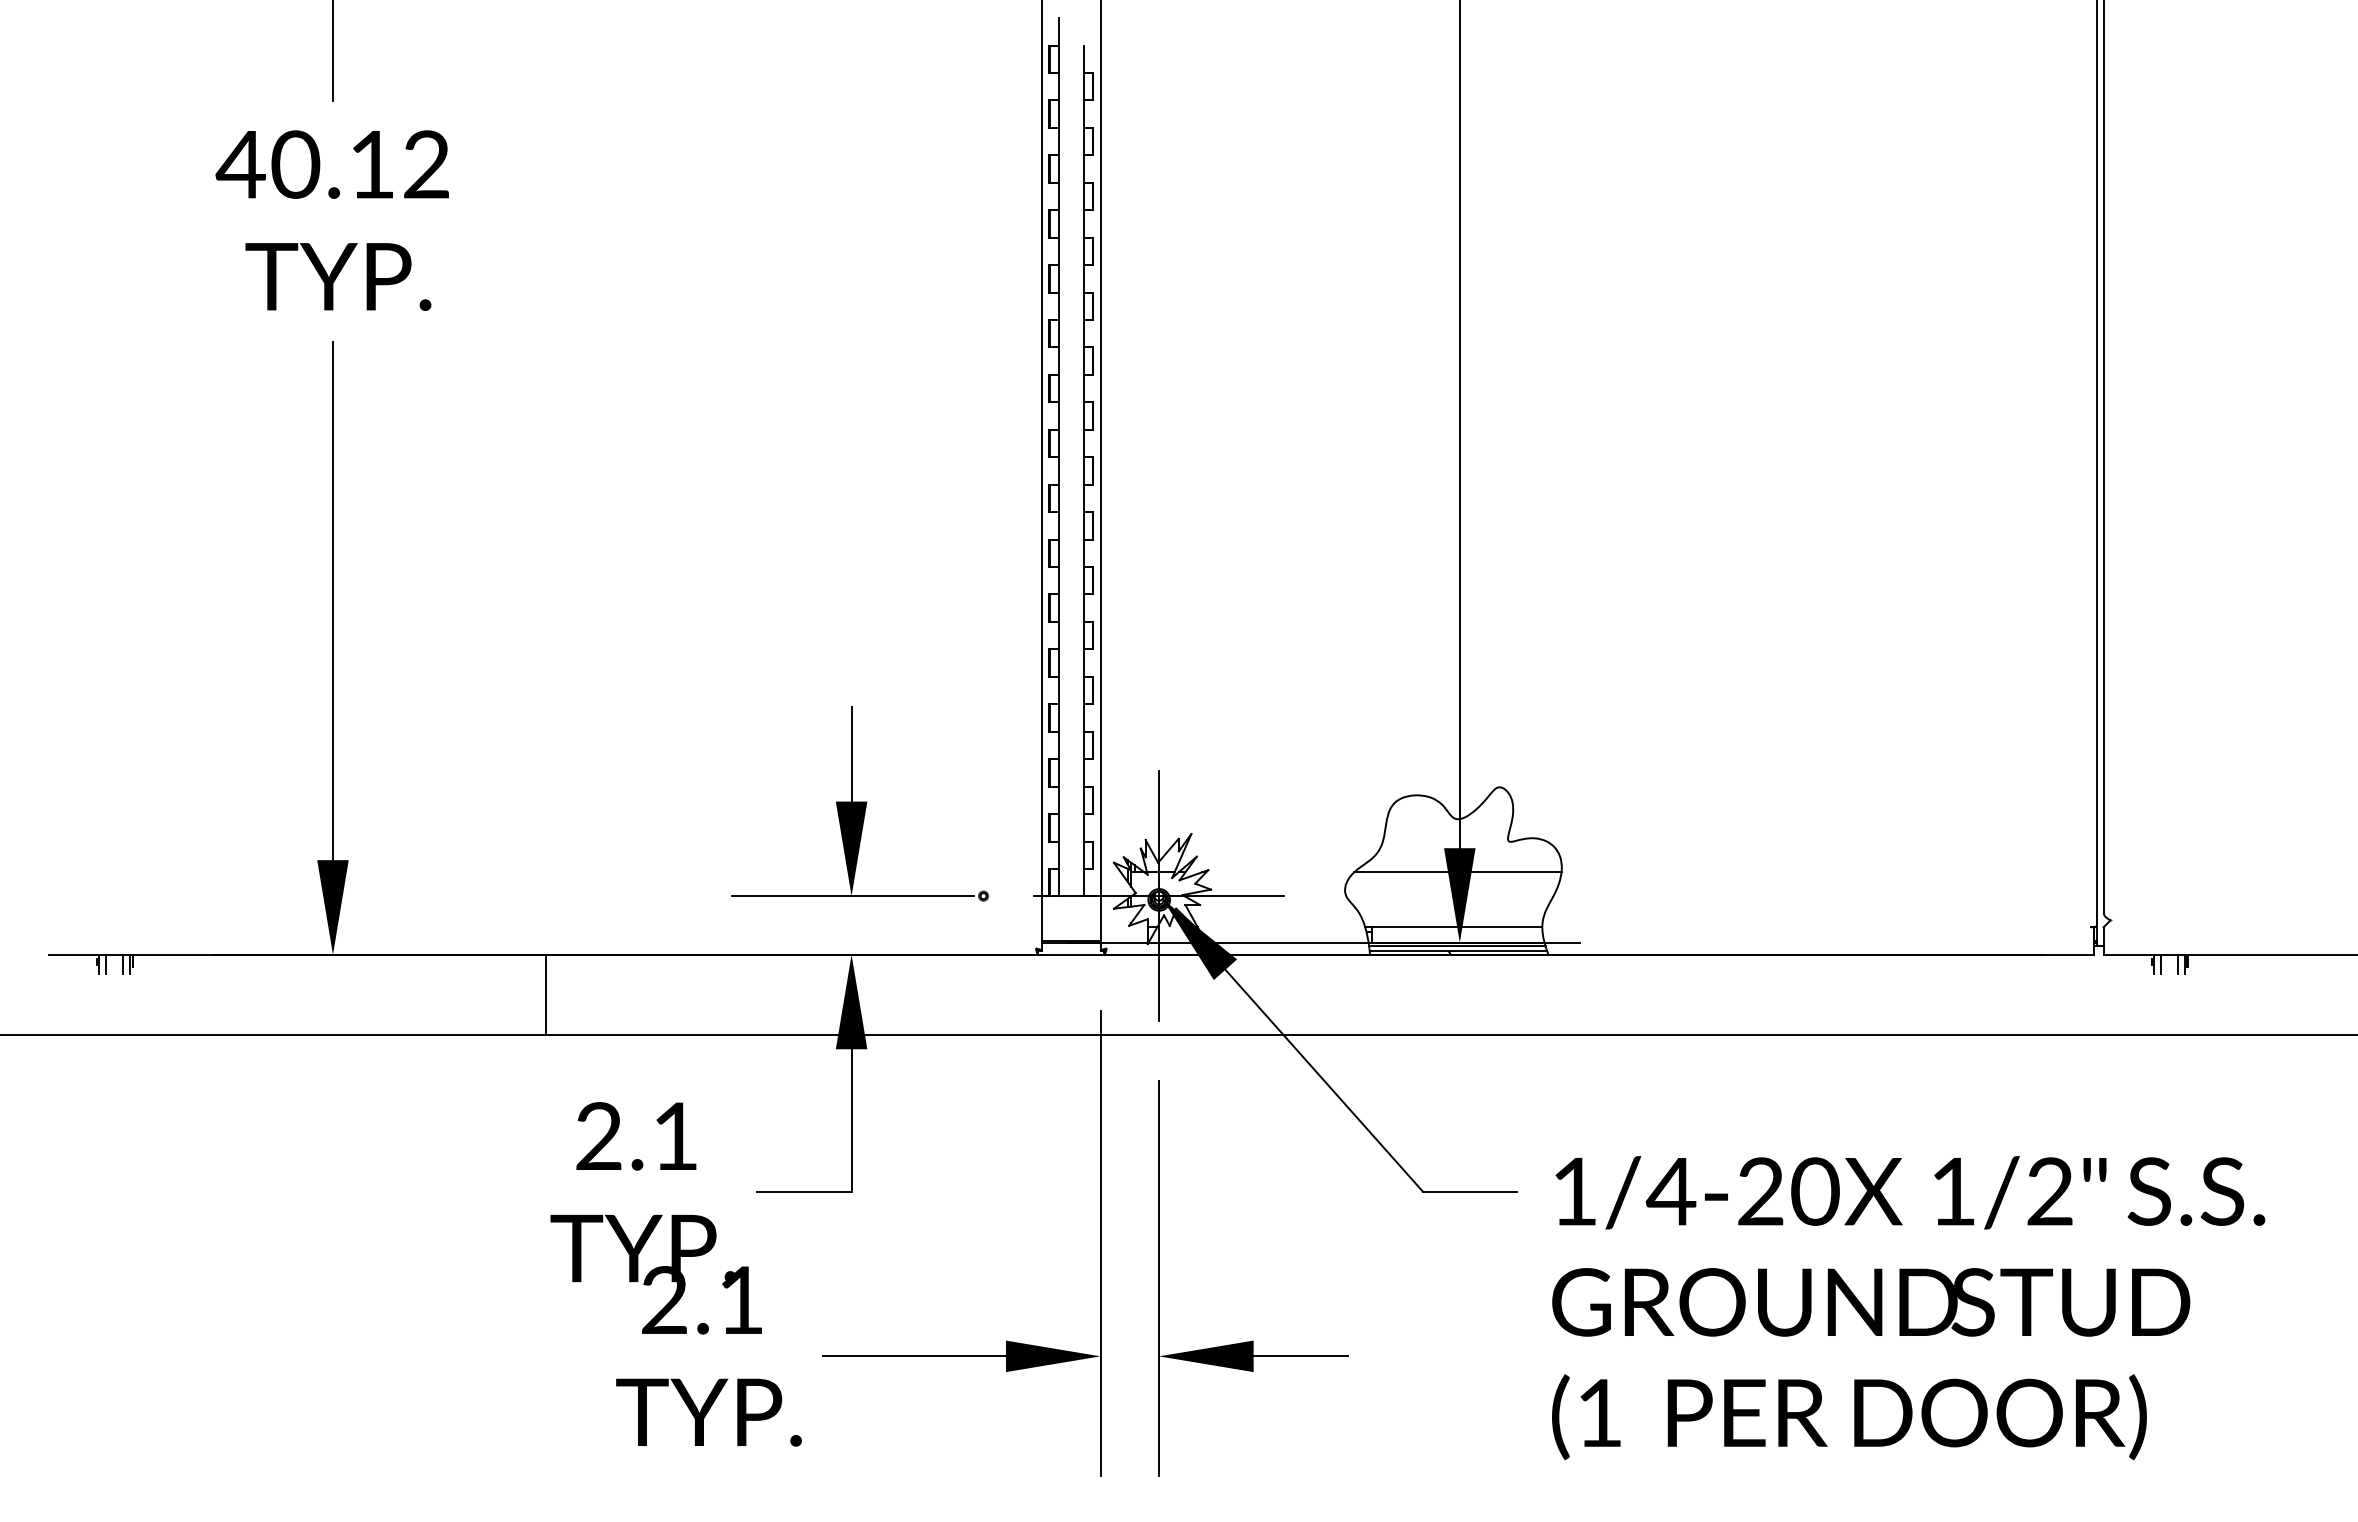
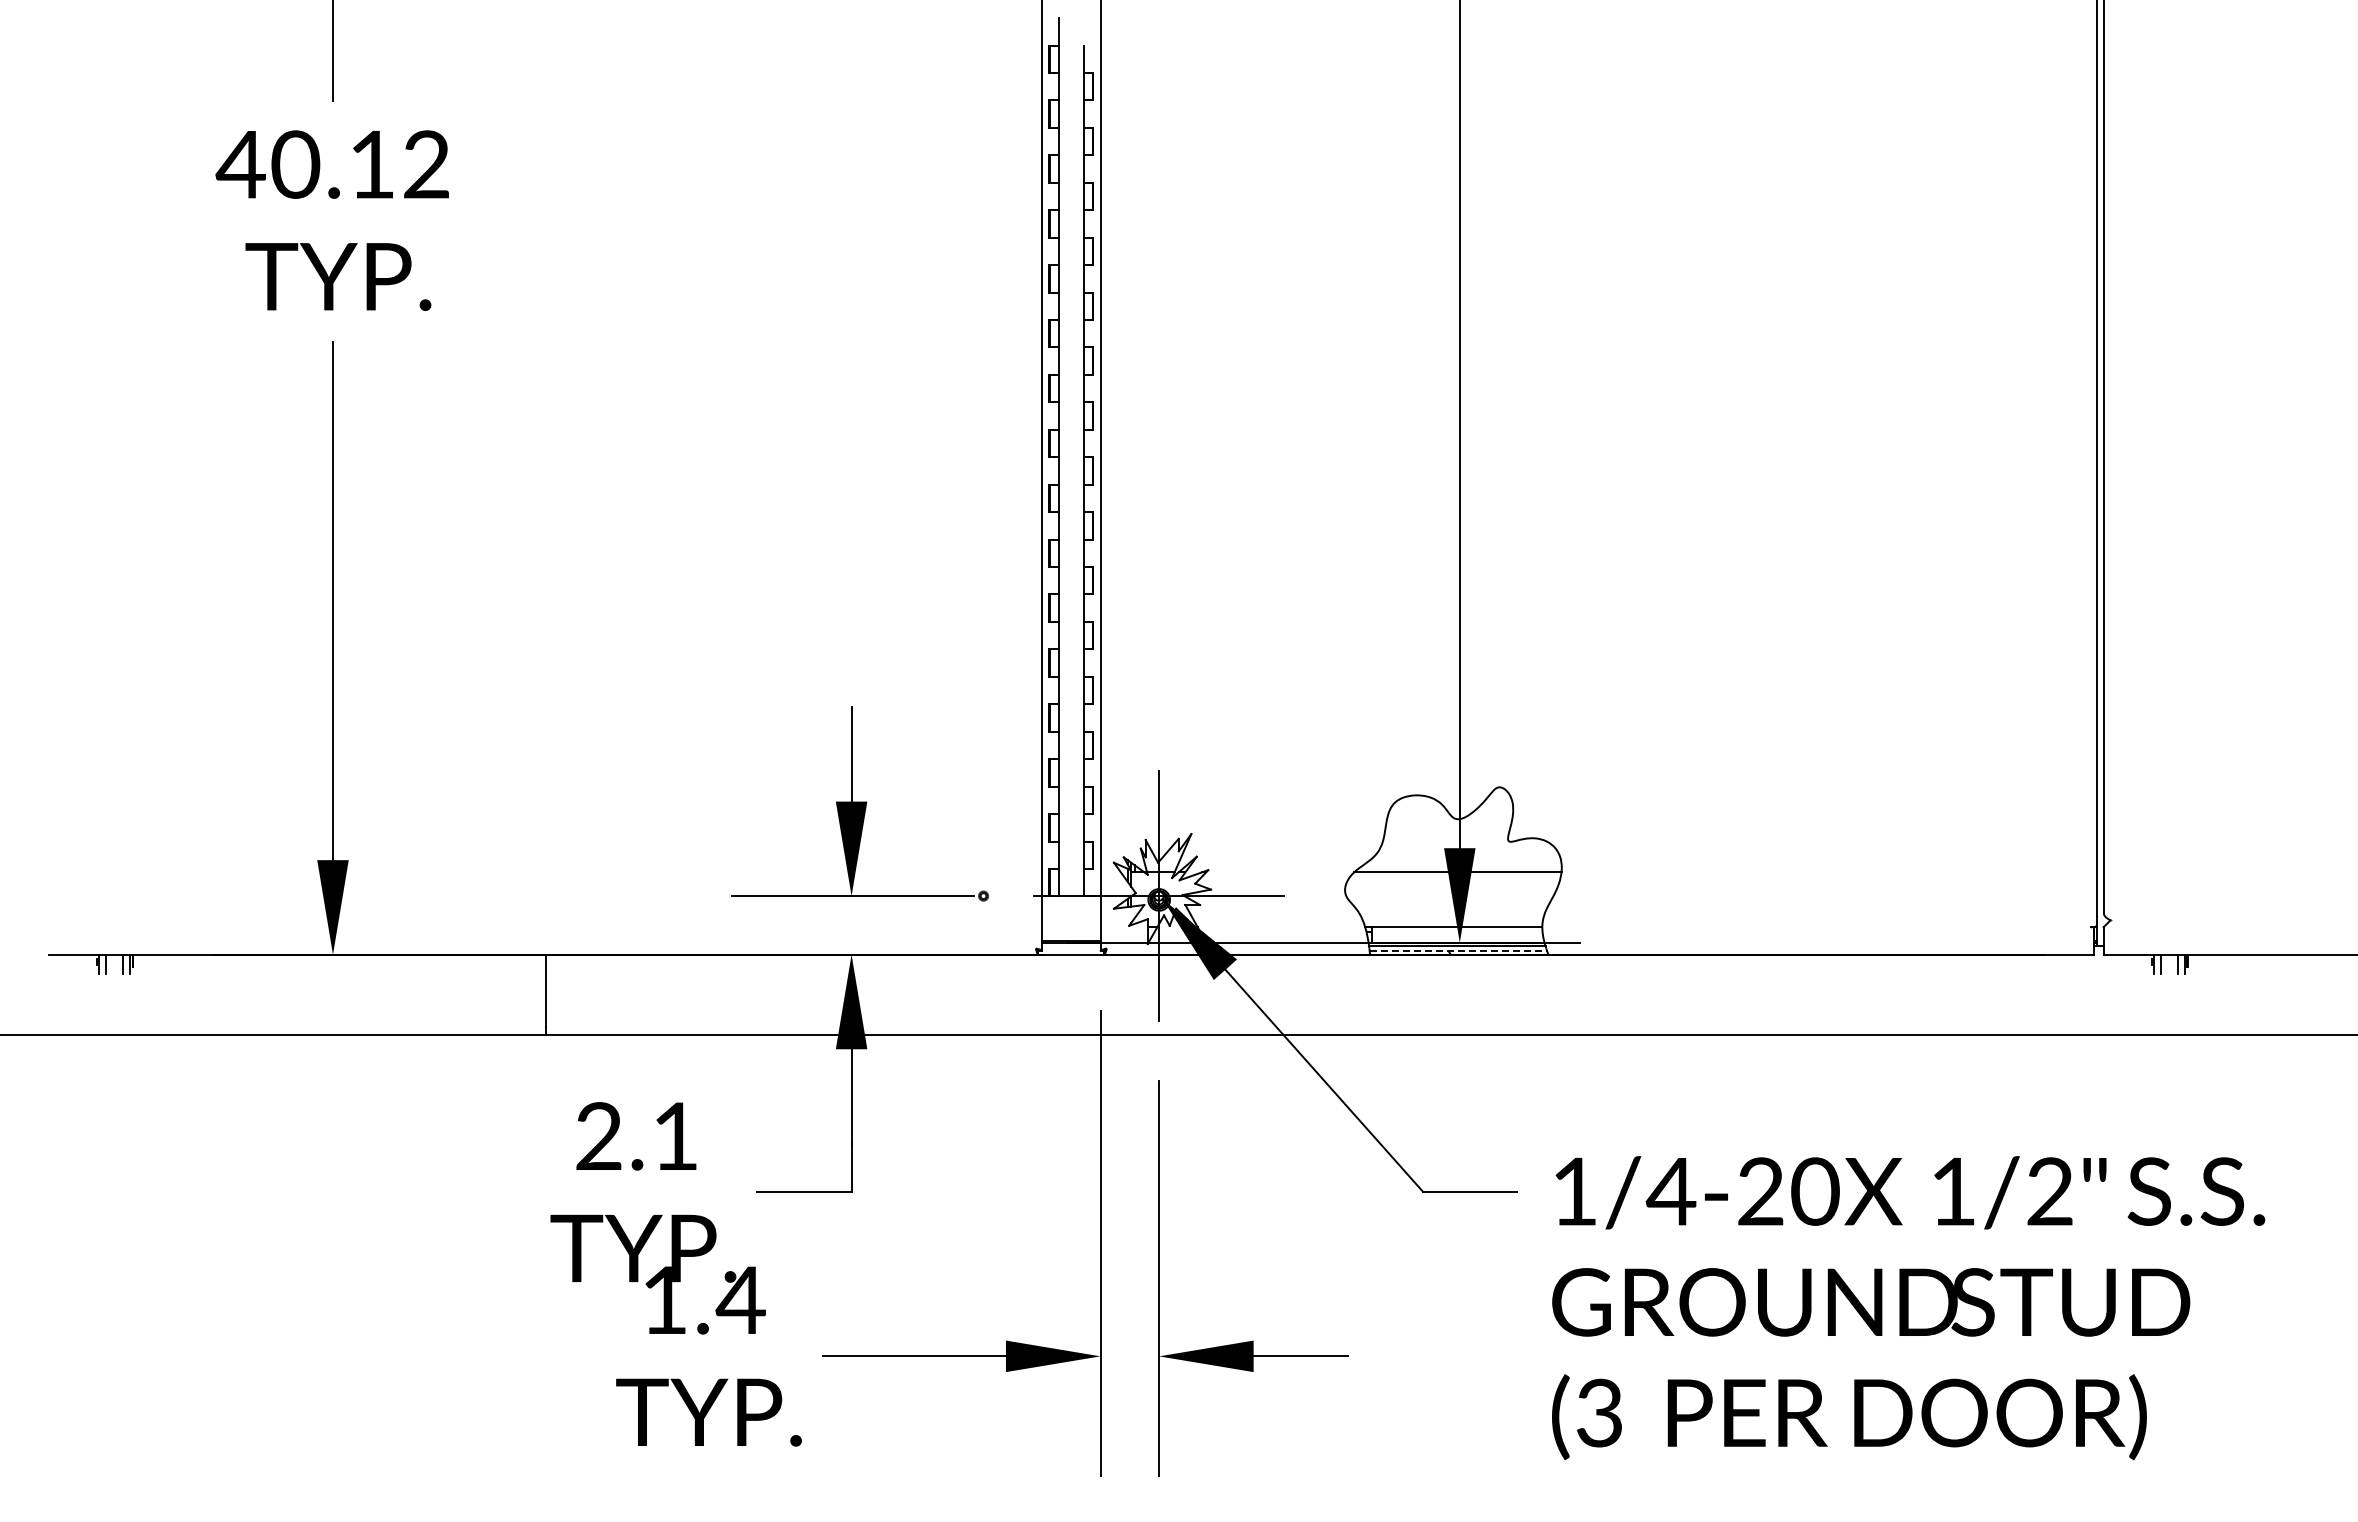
line at (1458, 950): solid -> dashed
text at (703, 1299): 2.1 -> 1.4
text at (1599, 1412): (1 -> (3
